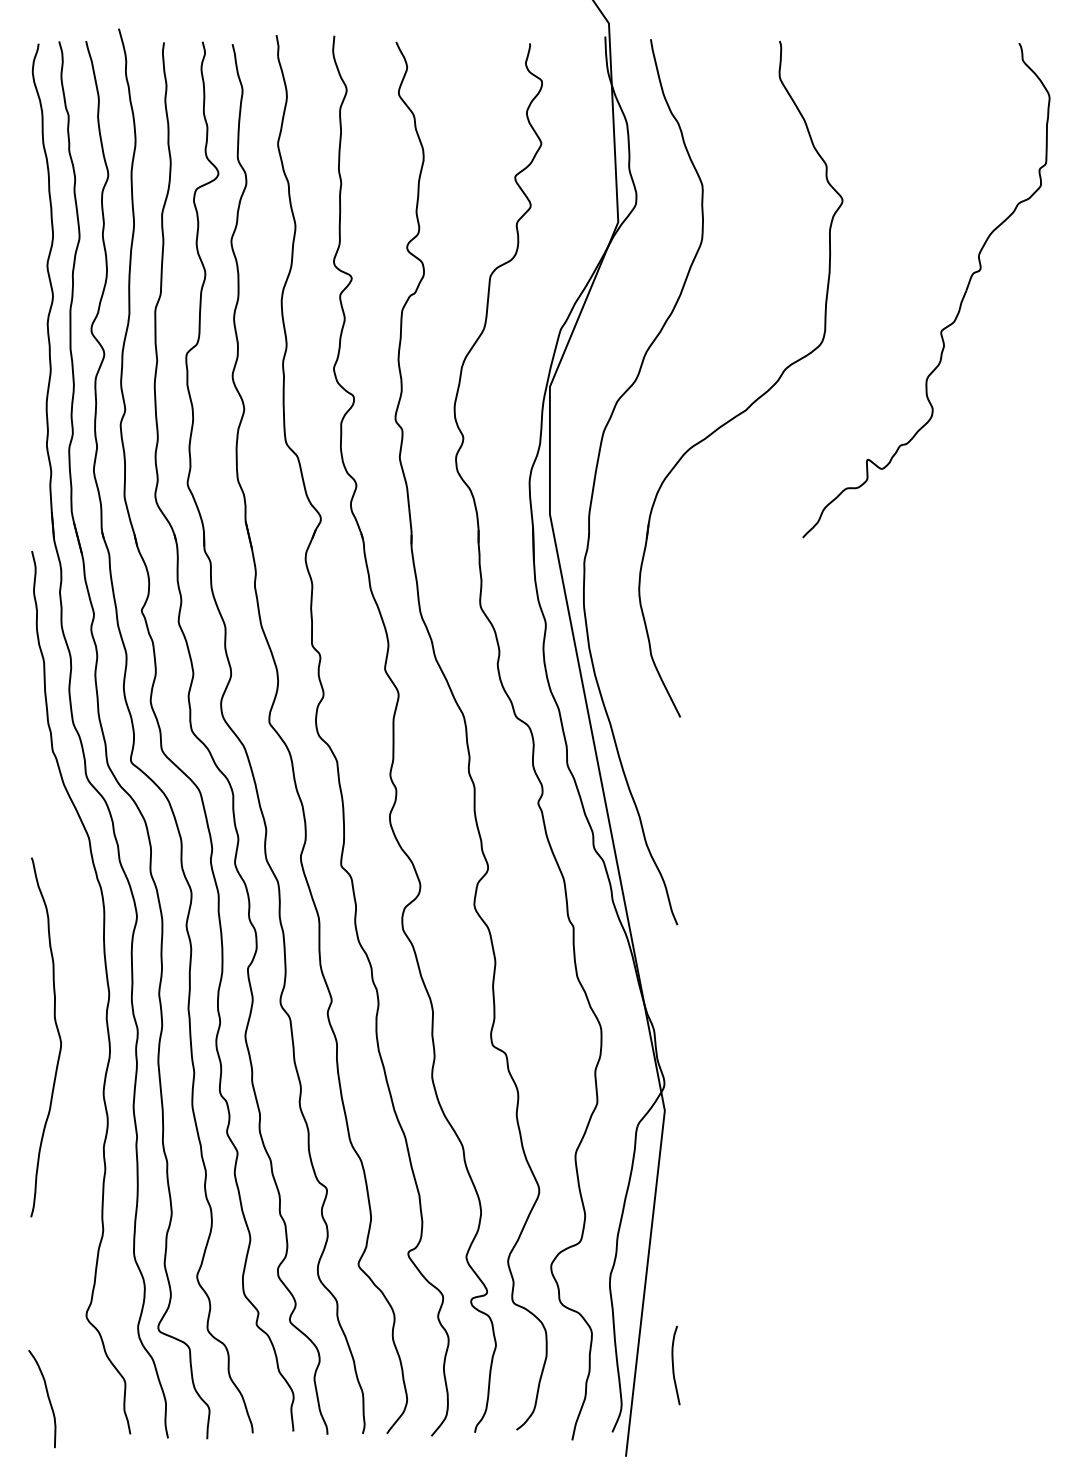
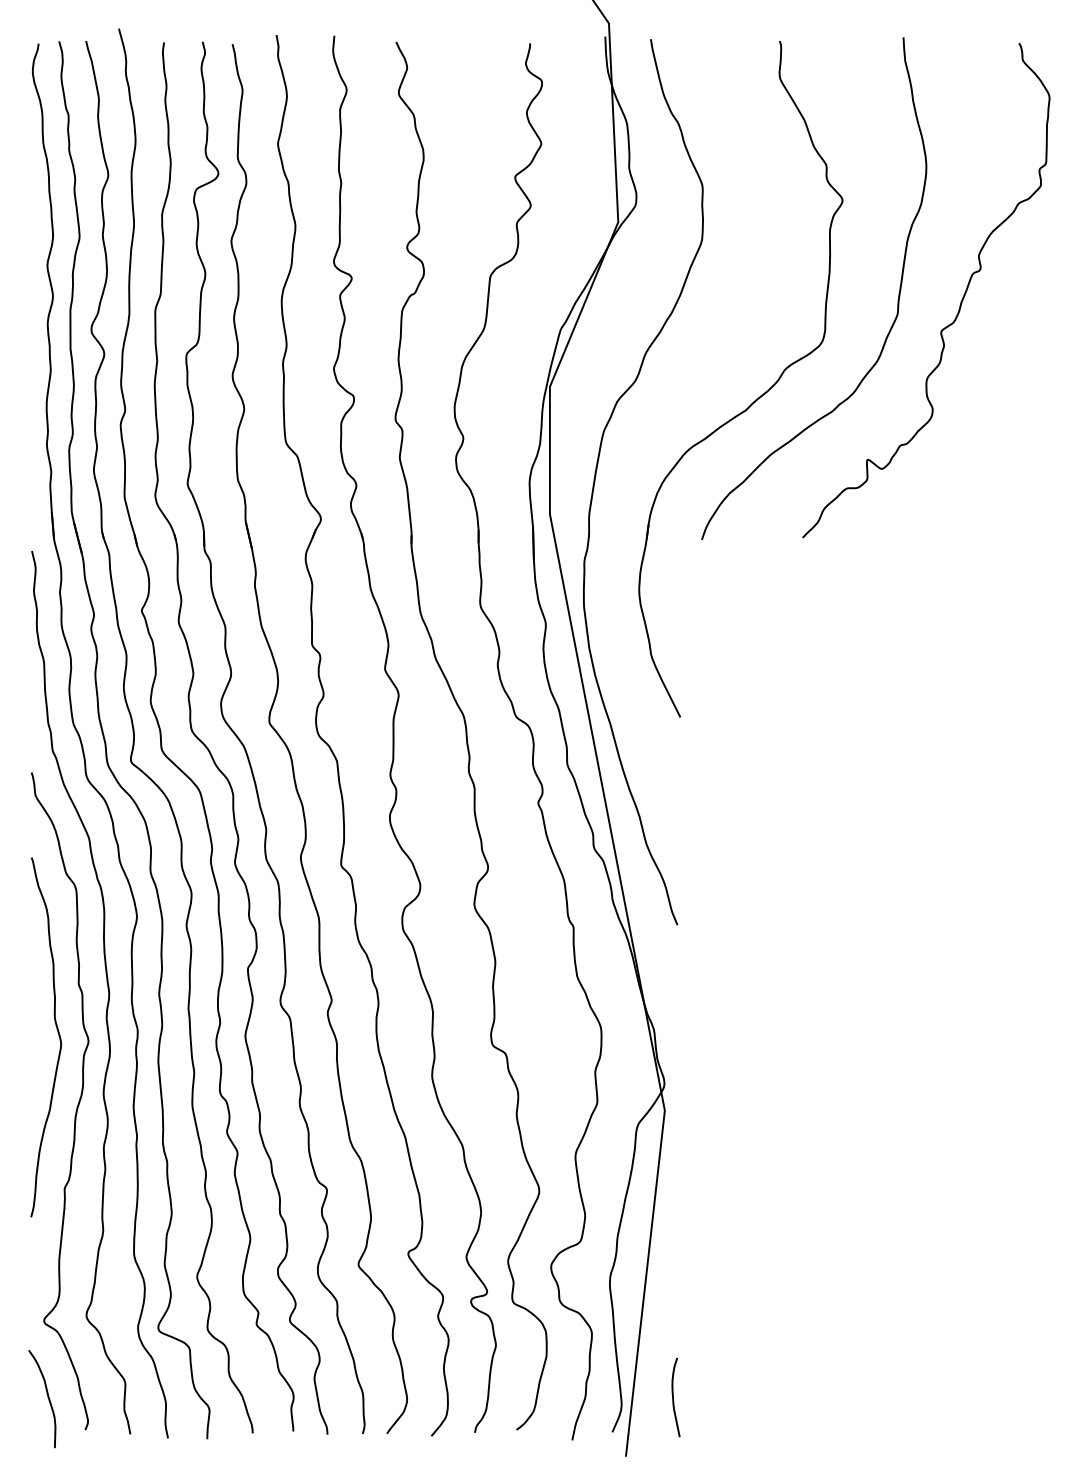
curve at (897, 299): none -> present
curve at (76, 1107): none -> present
curve at (673, 1365) position: (673, 1365) -> (673, 1397)
